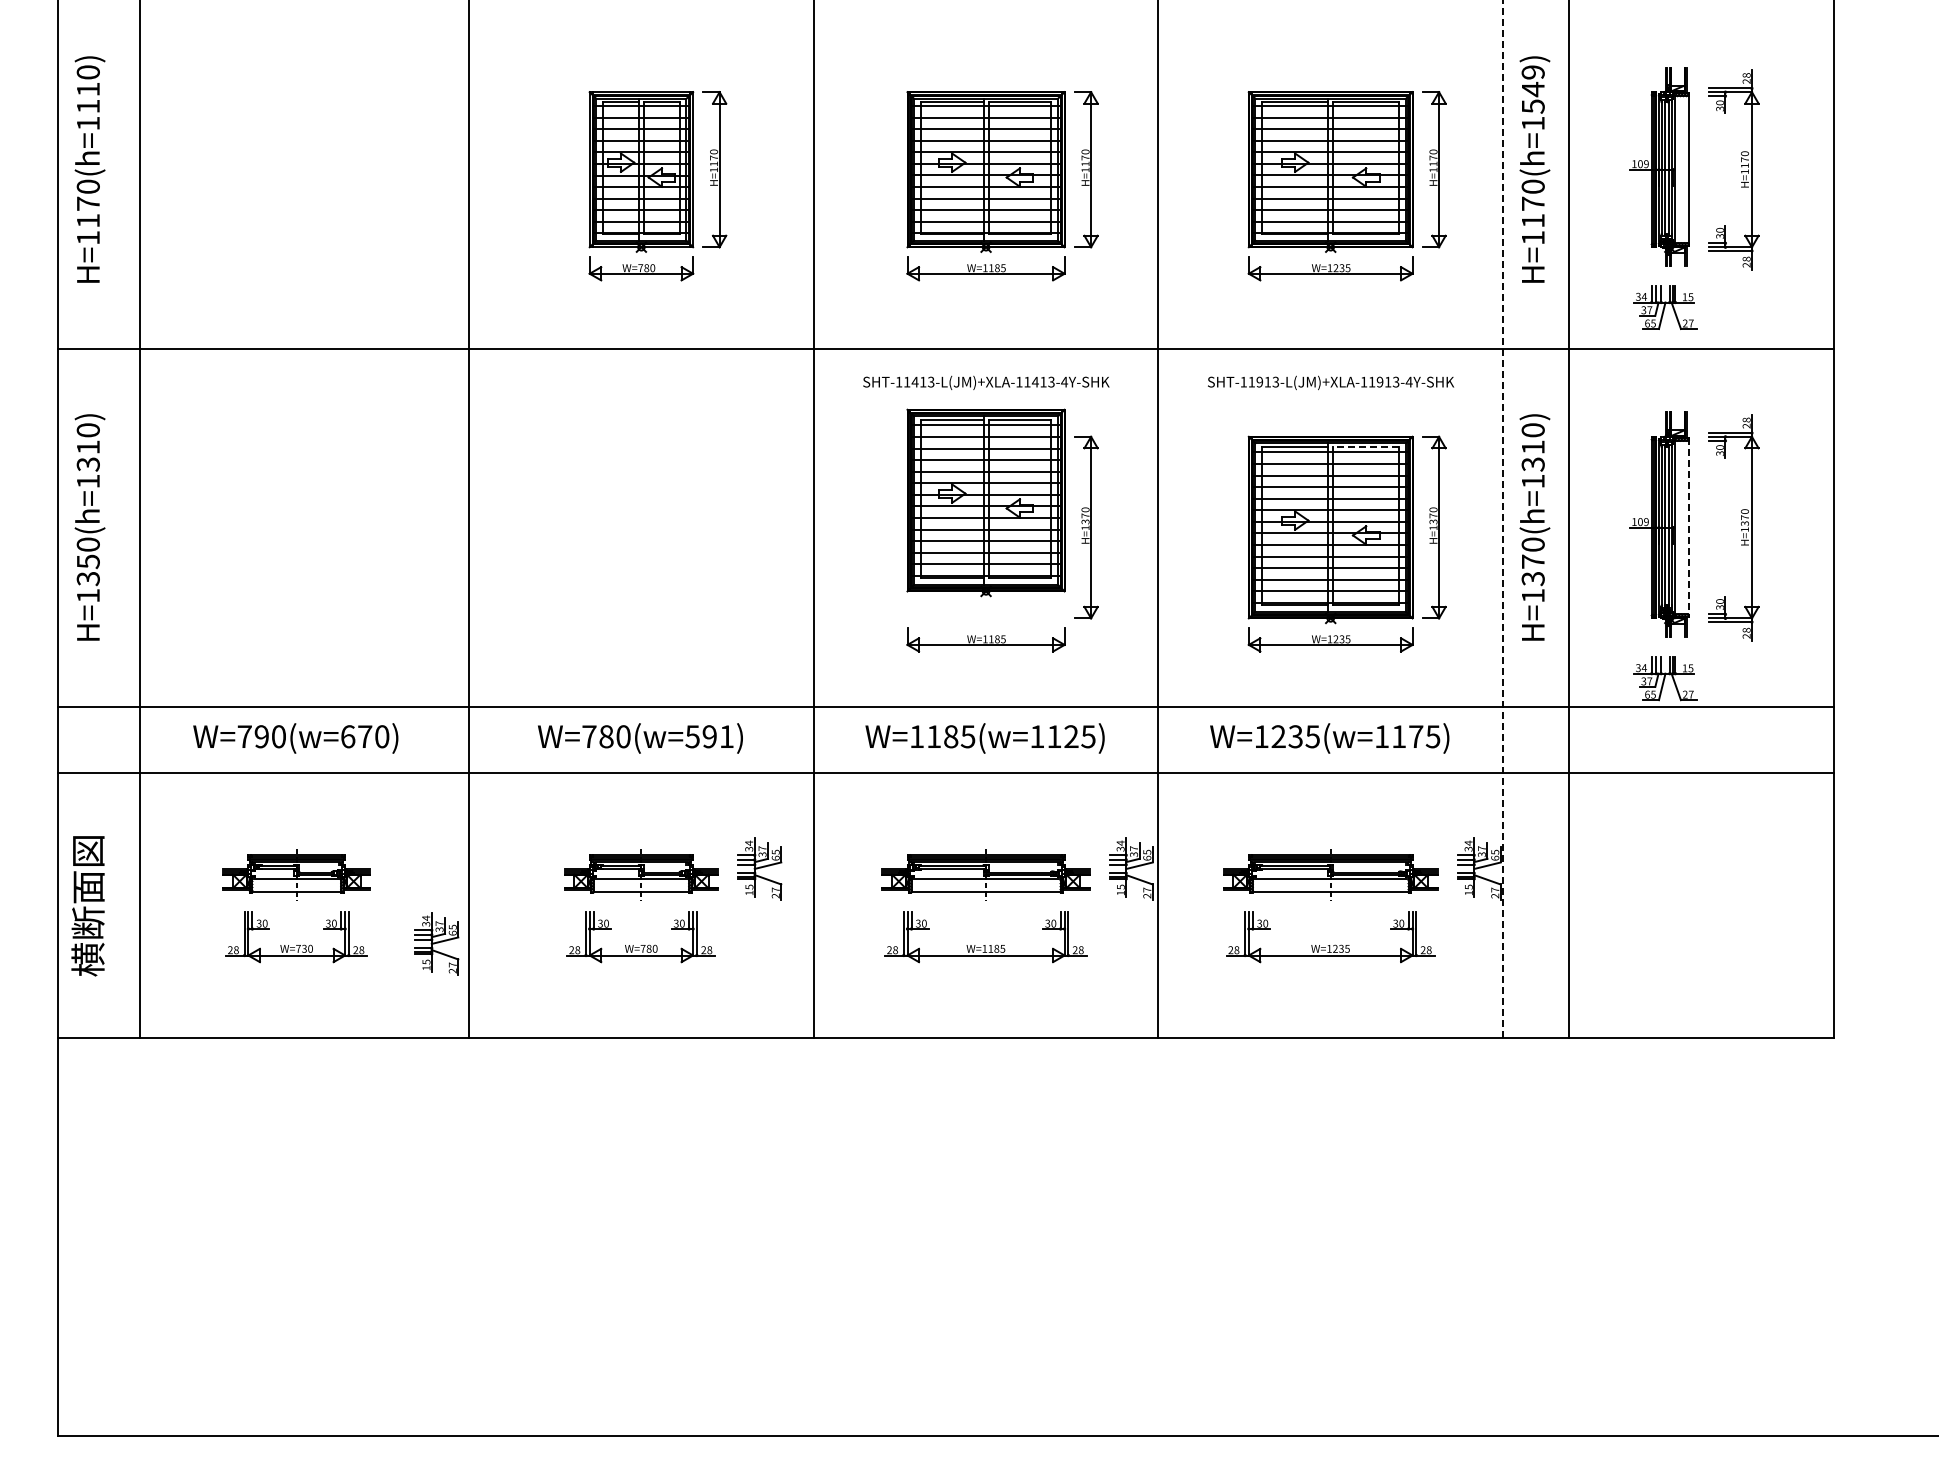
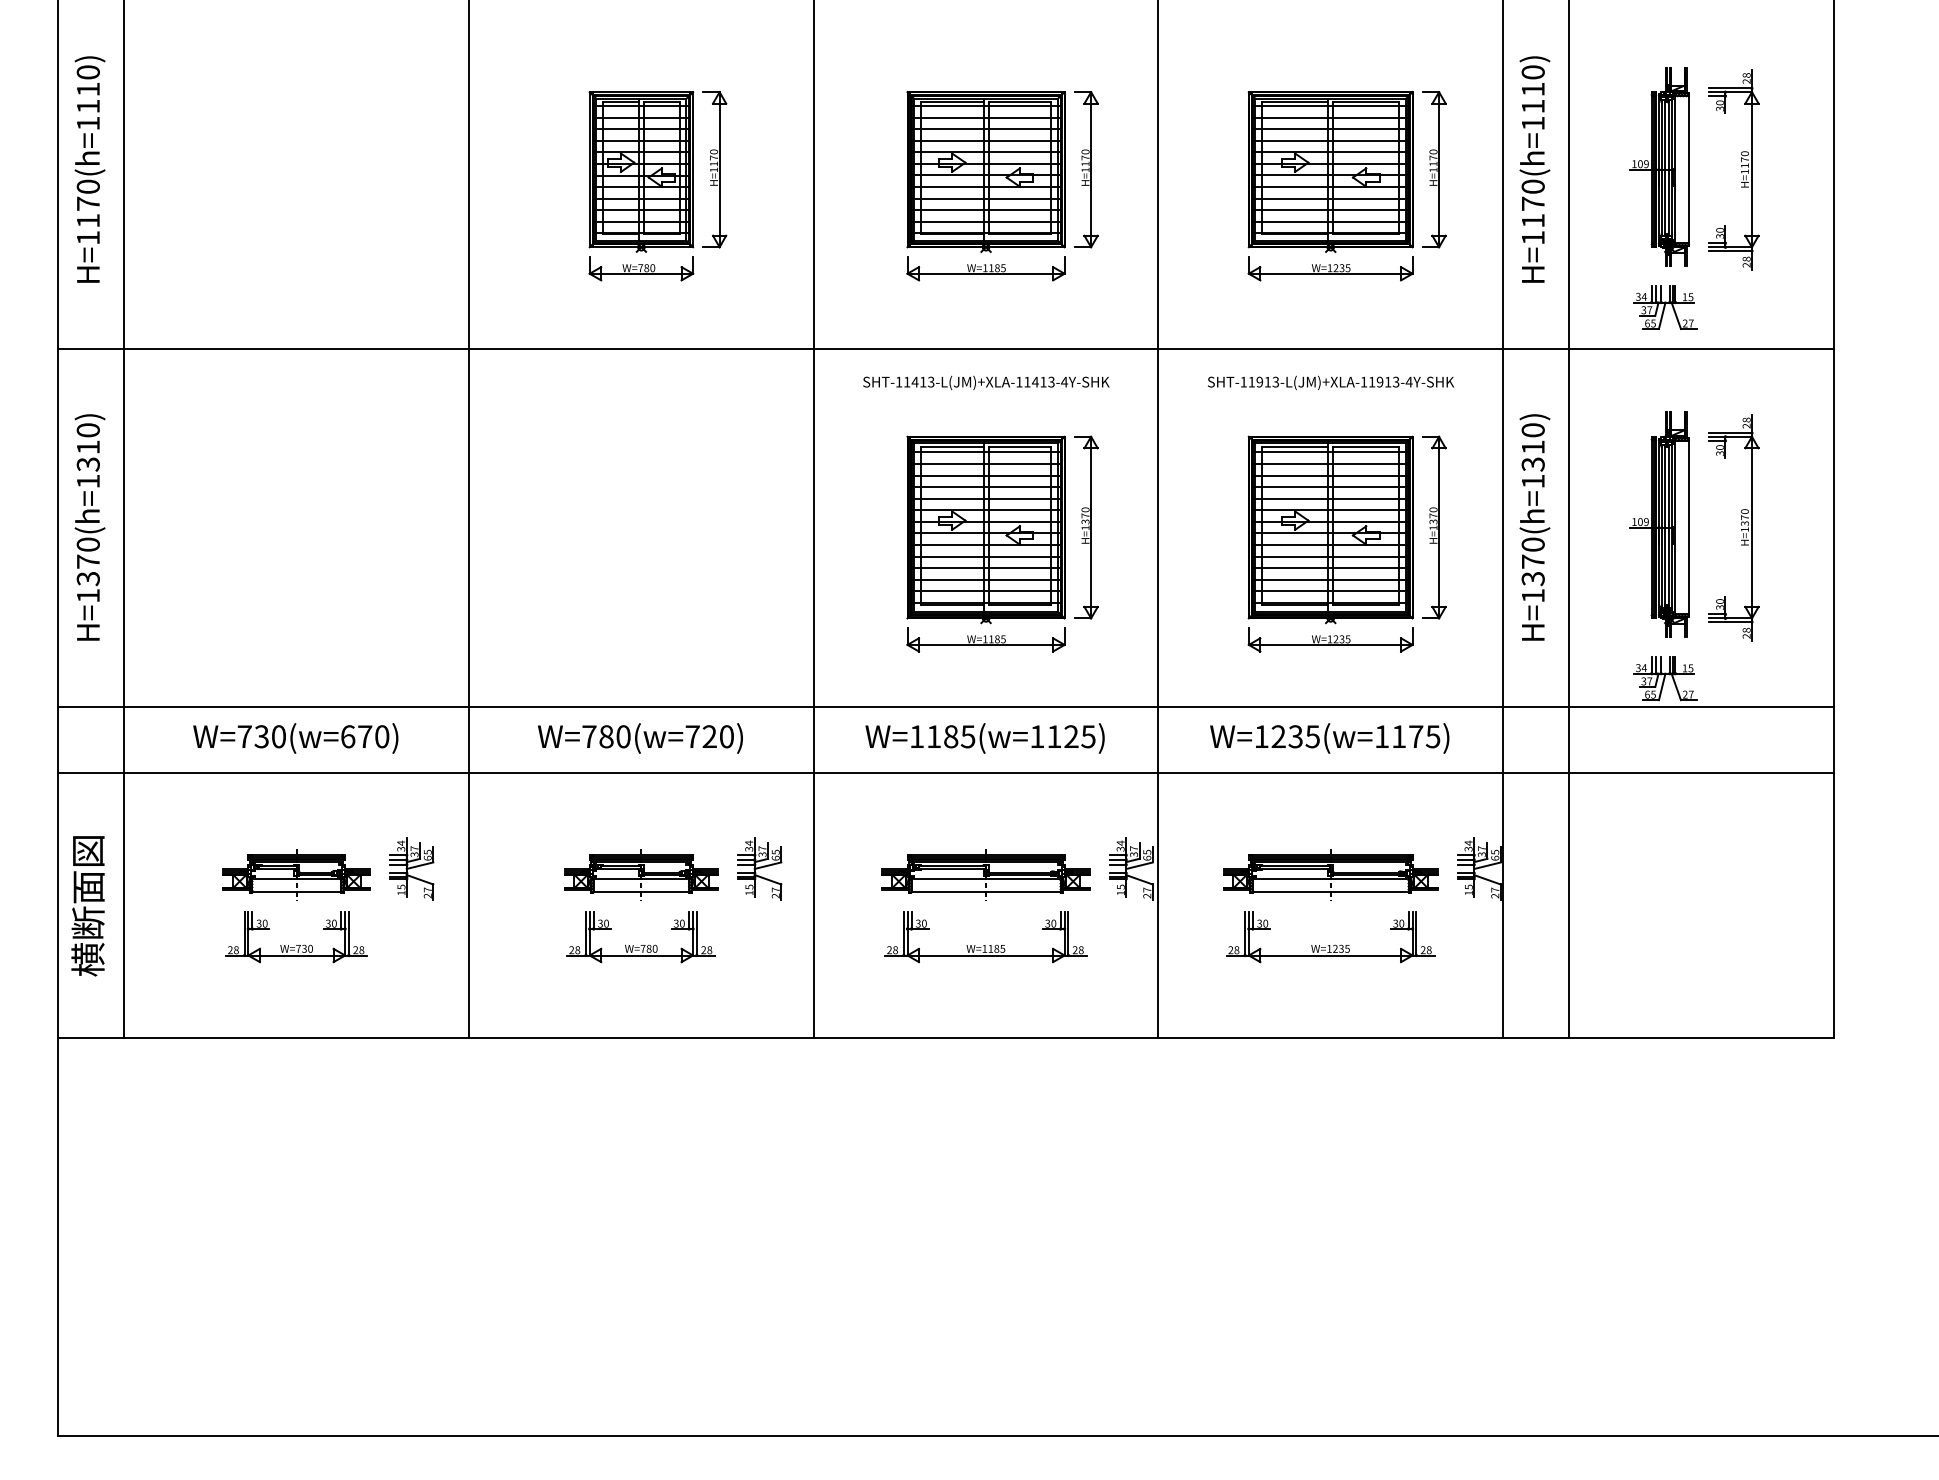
text at (1532, 89): H=1170(h=1549) -> H=1170(h=1110)
line at (1365, 447): dashed -> solid
part at (985, 502) position: (985, 502) -> (985, 529)
line at (140, 519) position: (140, 519) -> (124, 519)
line at (1503, 519): dashed -> solid
line at (1689, 528): dashed -> solid
text at (88, 561): H=1350(h=1310) -> H=1370(h=1310)
text at (261, 736): W=790(w=670) -> W=730(w=670)
text at (709, 736): W=780(w=591) -> W=780(w=720)
part at (436, 943) position: (436, 943) -> (411, 868)
